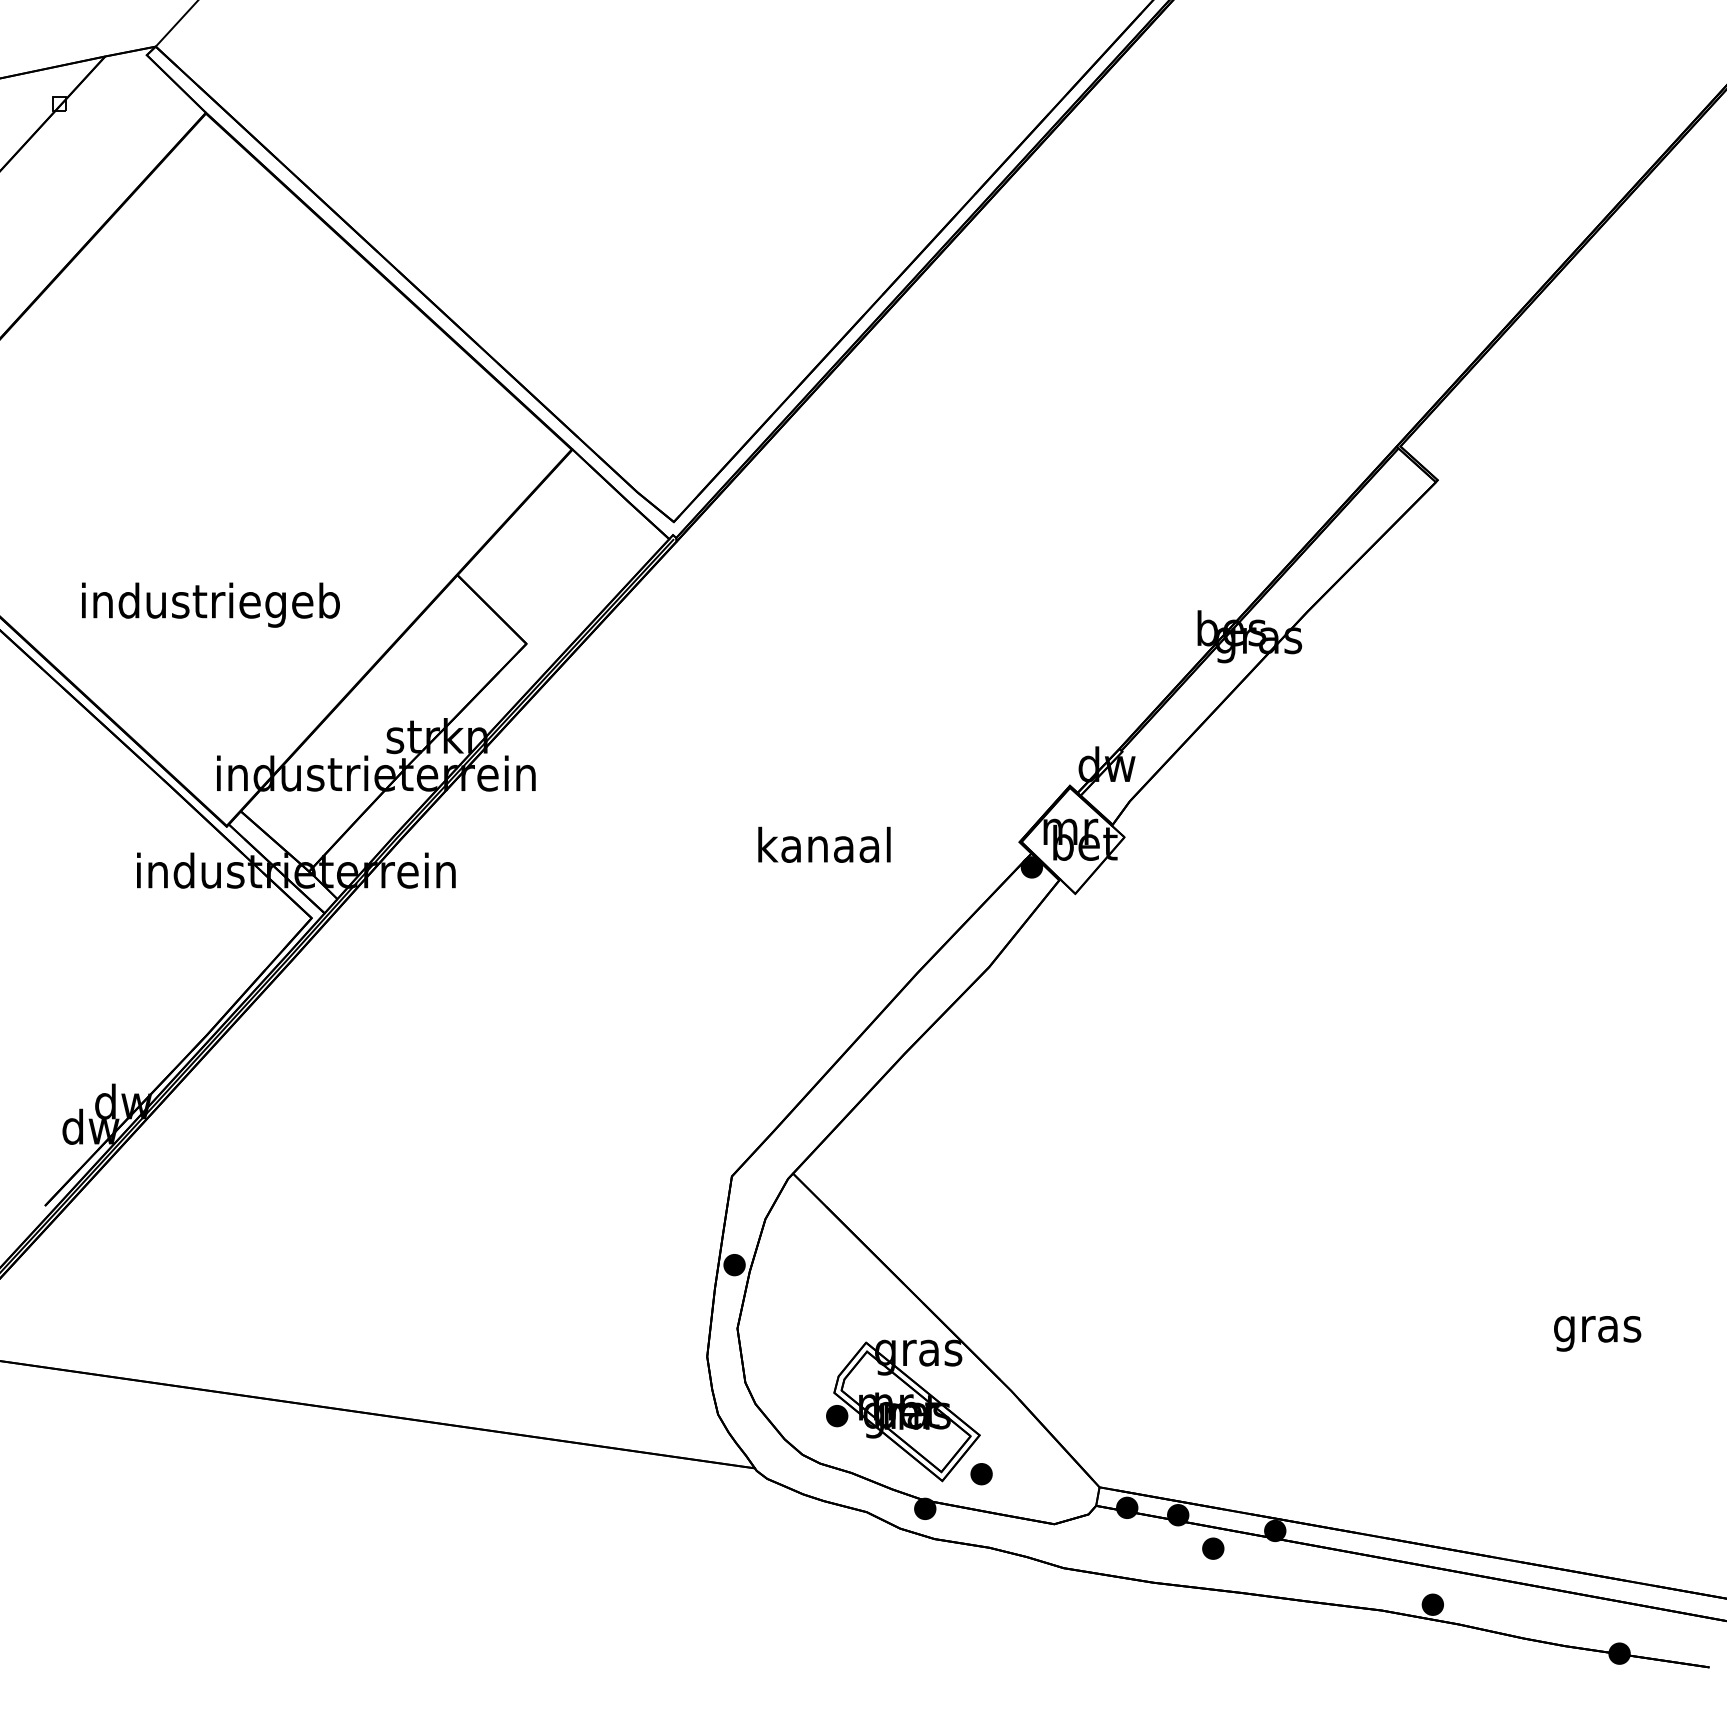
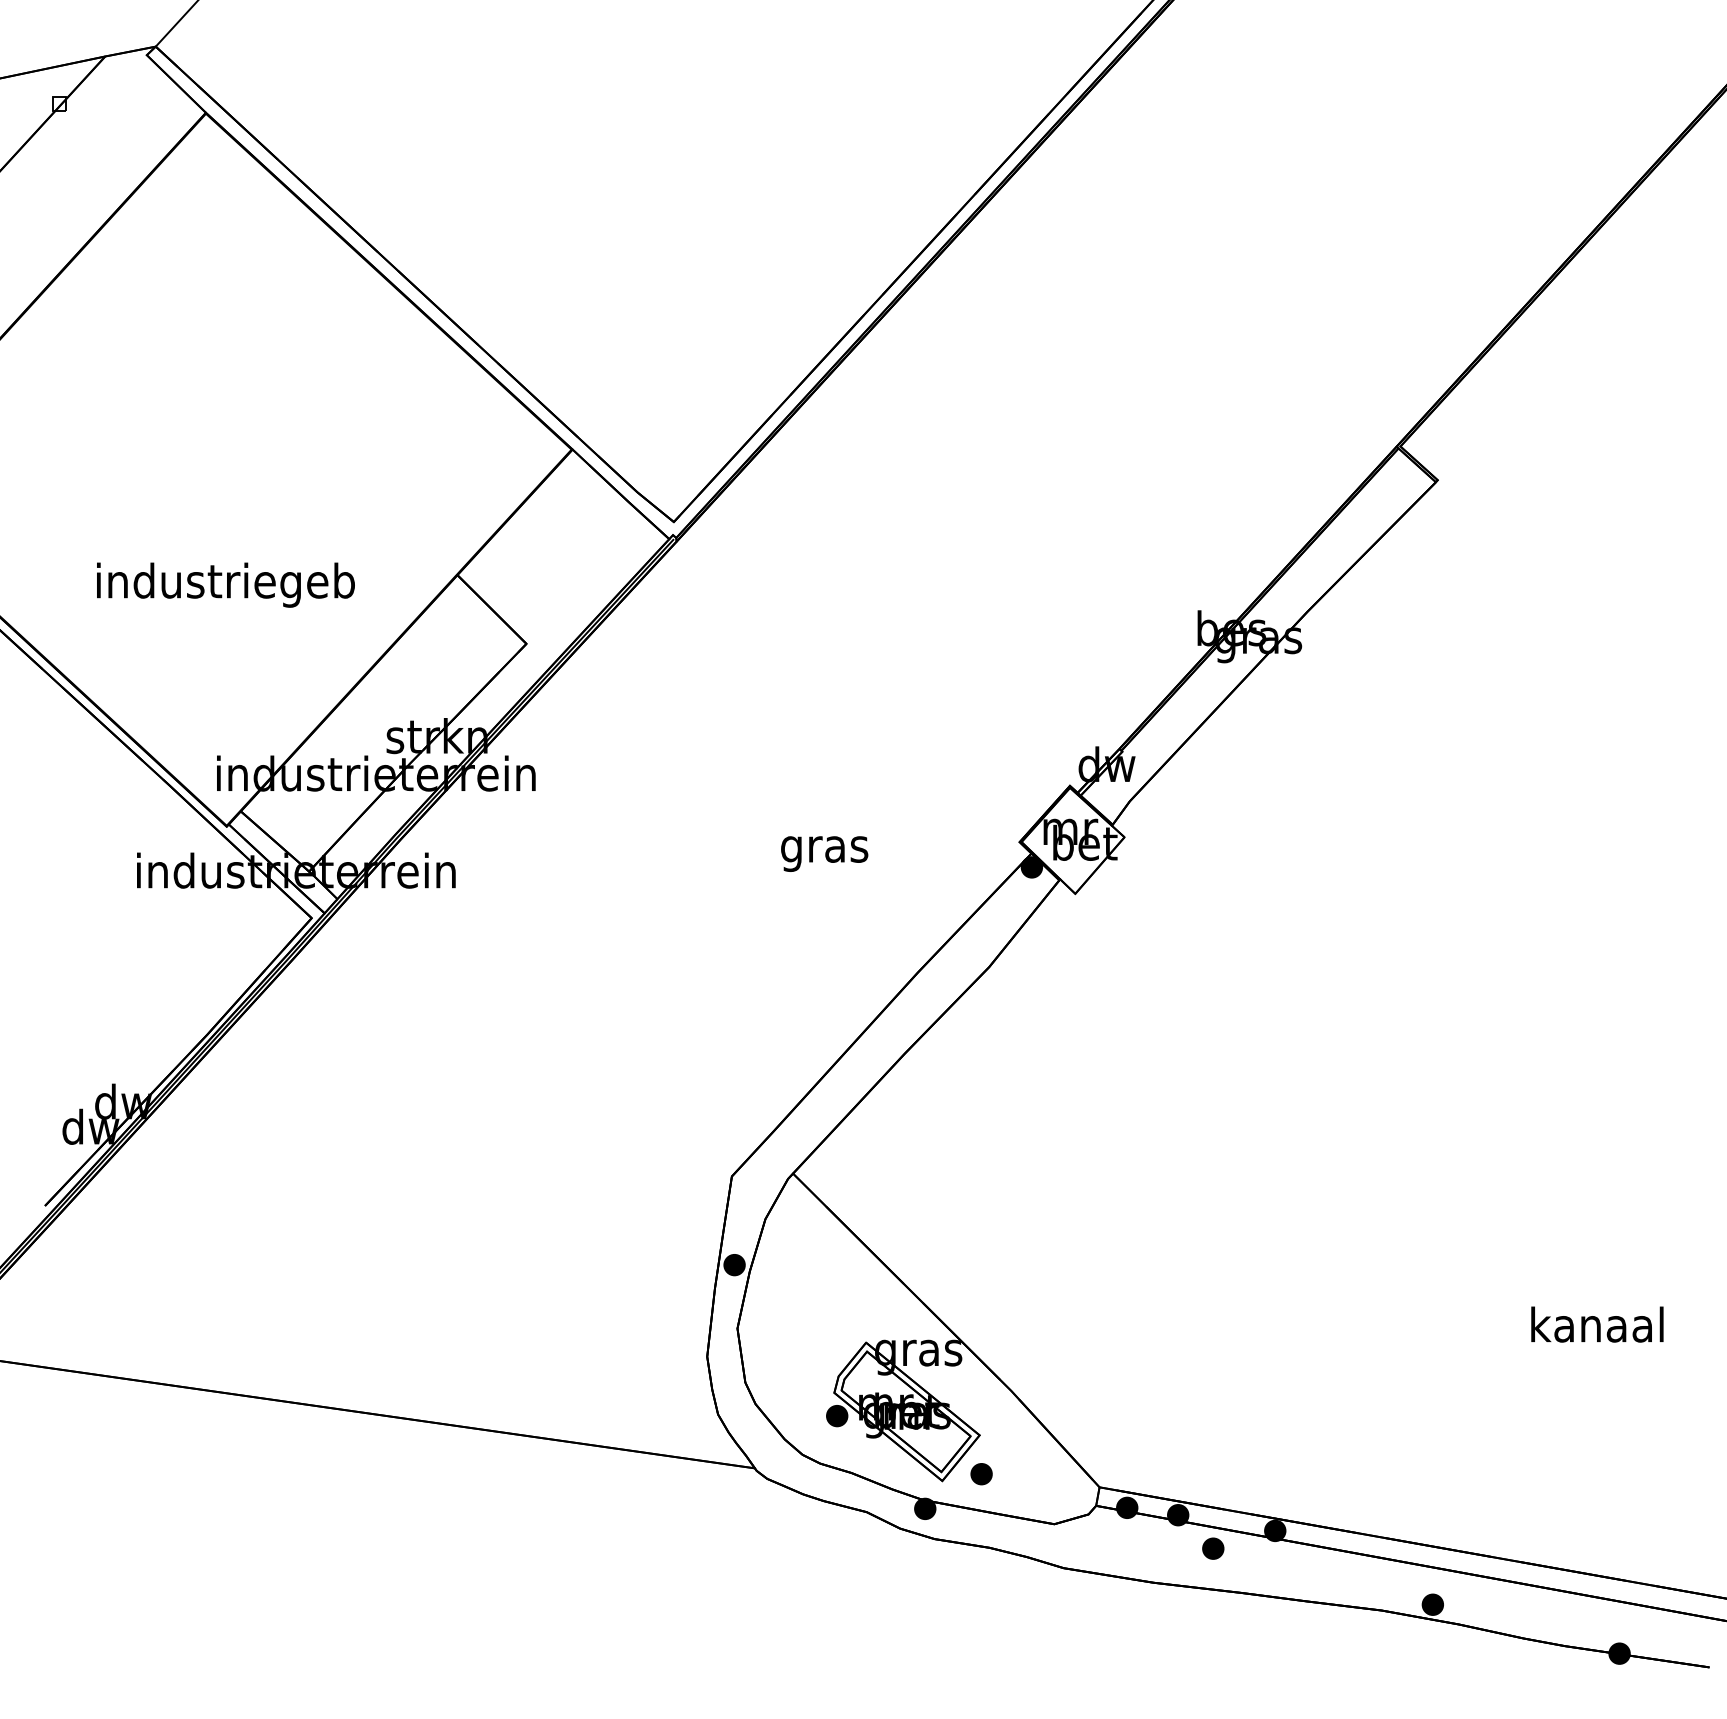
text at (210, 604) position: (210, 604) -> (225, 584)
text at (824, 848): kanaal -> gras
text at (1597, 1328): gras -> kanaal
